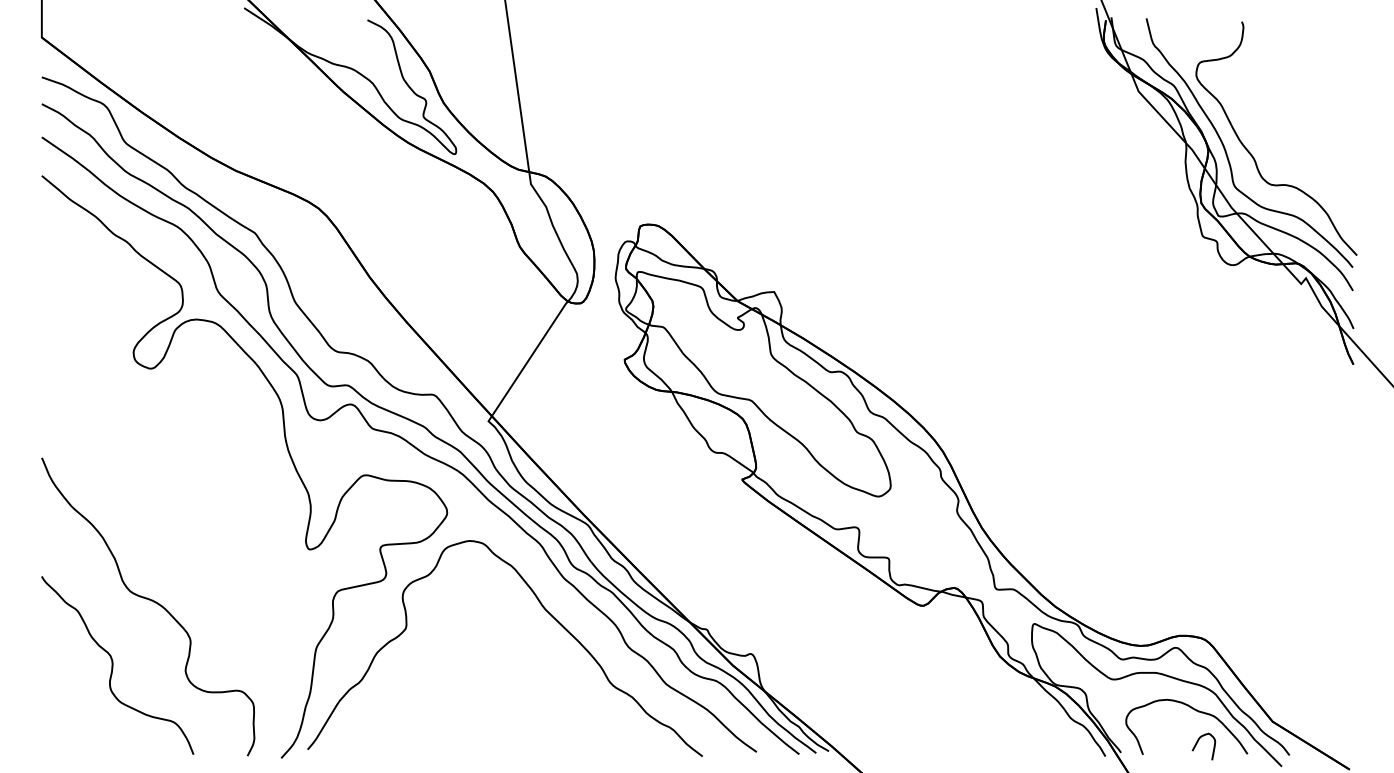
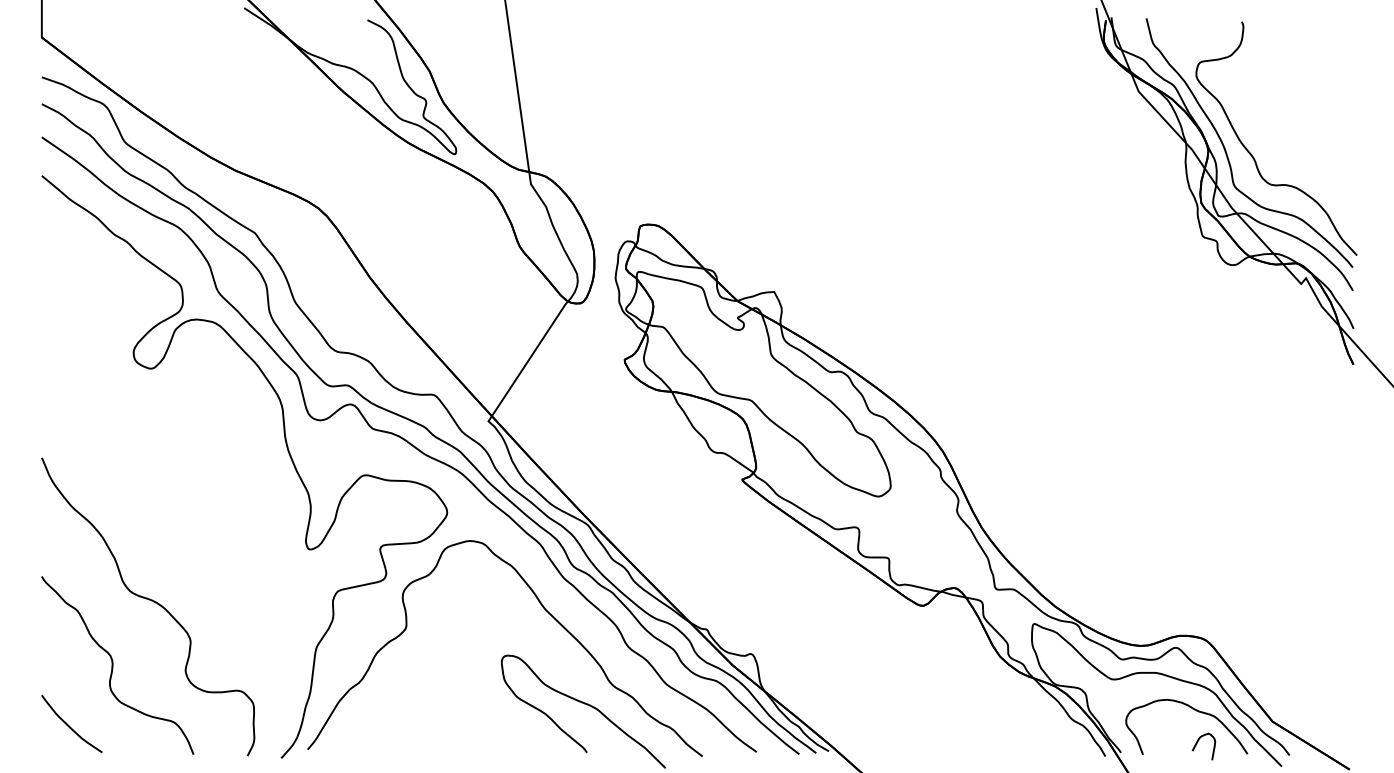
curve at (584, 704): none -> present
curve at (69, 725): none -> present
